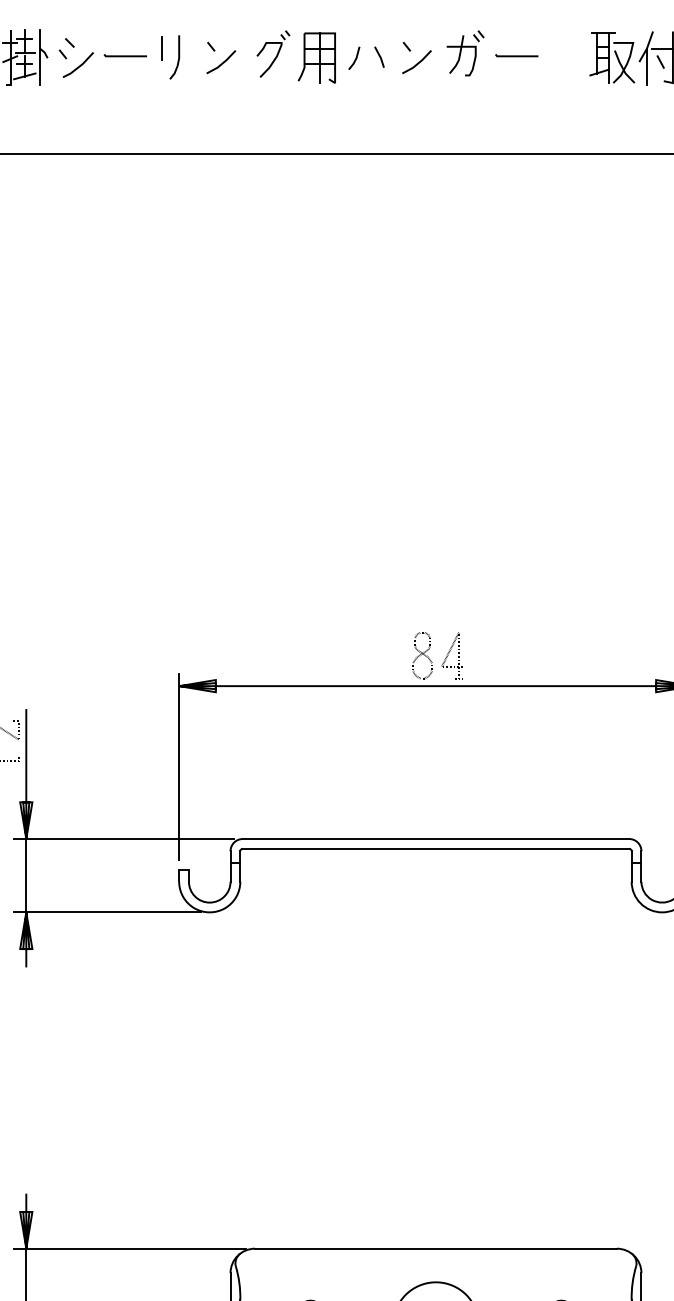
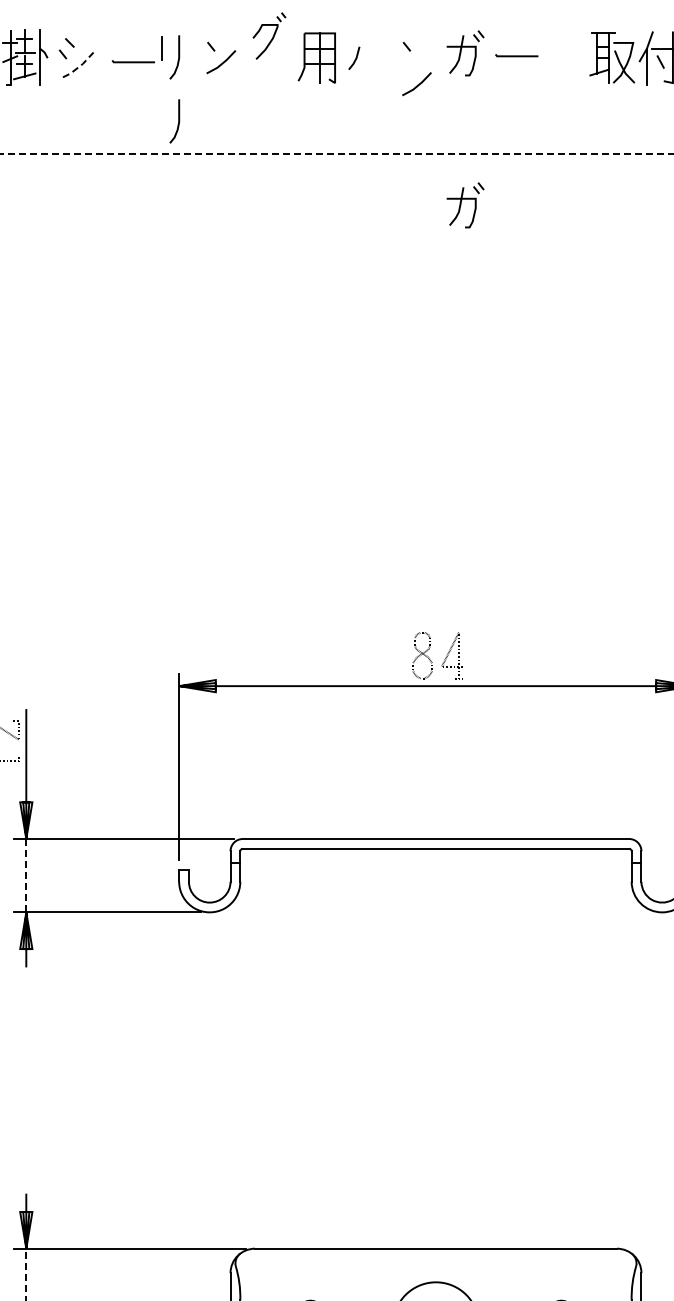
part at (273, 53) position: (273, 53) -> (269, 35)
line at (124, 55) position: (124, 55) -> (132, 61)
line at (379, 56): present -> none
line at (417, 62) position: (417, 62) -> (417, 84)
line at (79, 66): solid -> dashed
line at (178, 121): none -> present
line at (337, 154): solid -> dashed
part at (465, 205): none -> present
line at (26, 875): solid -> dashed
line at (26, 1274): solid -> dashed
